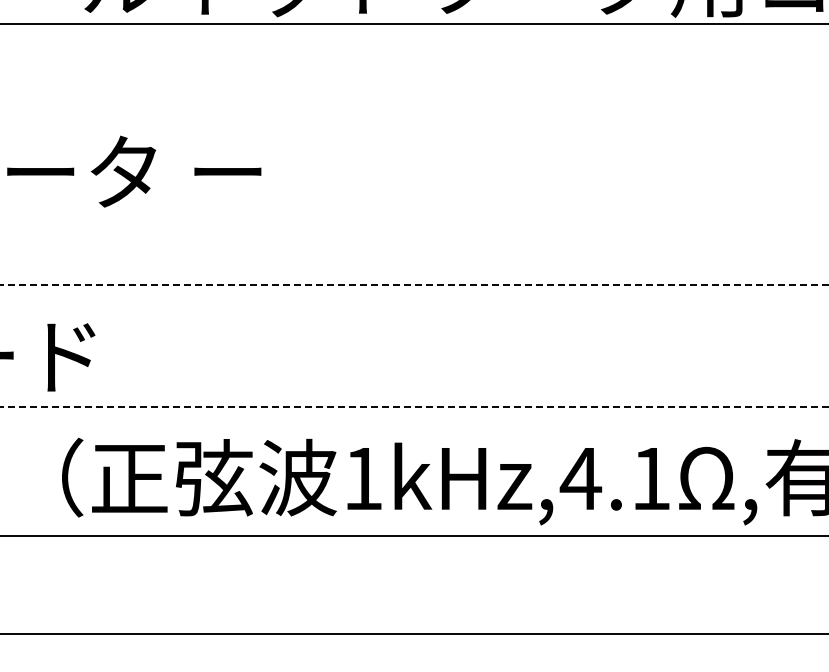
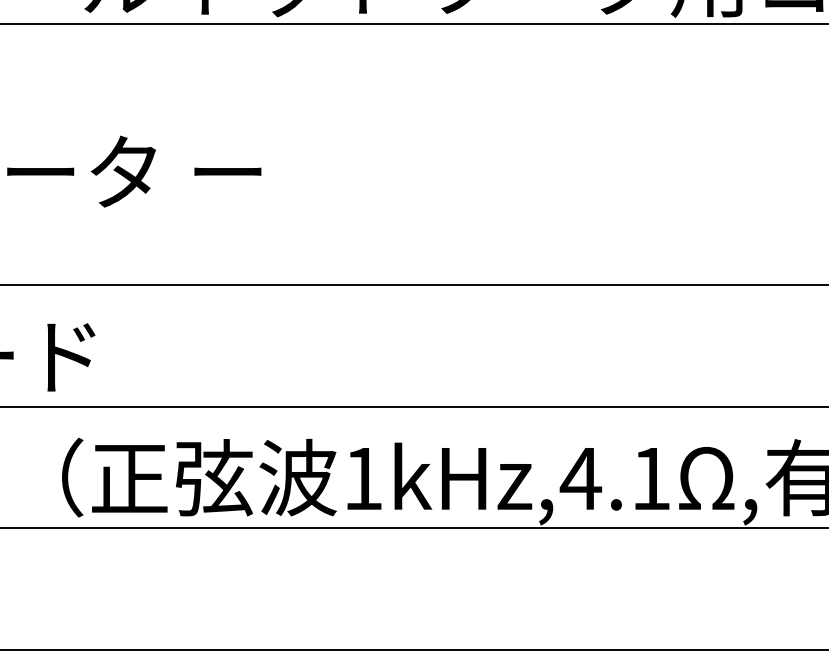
line at (414, 284): dashed -> solid
line at (414, 406): dashed -> solid
line at (413, 536) position: (413, 536) -> (413, 528)
line at (413, 634) position: (413, 634) -> (413, 650)
